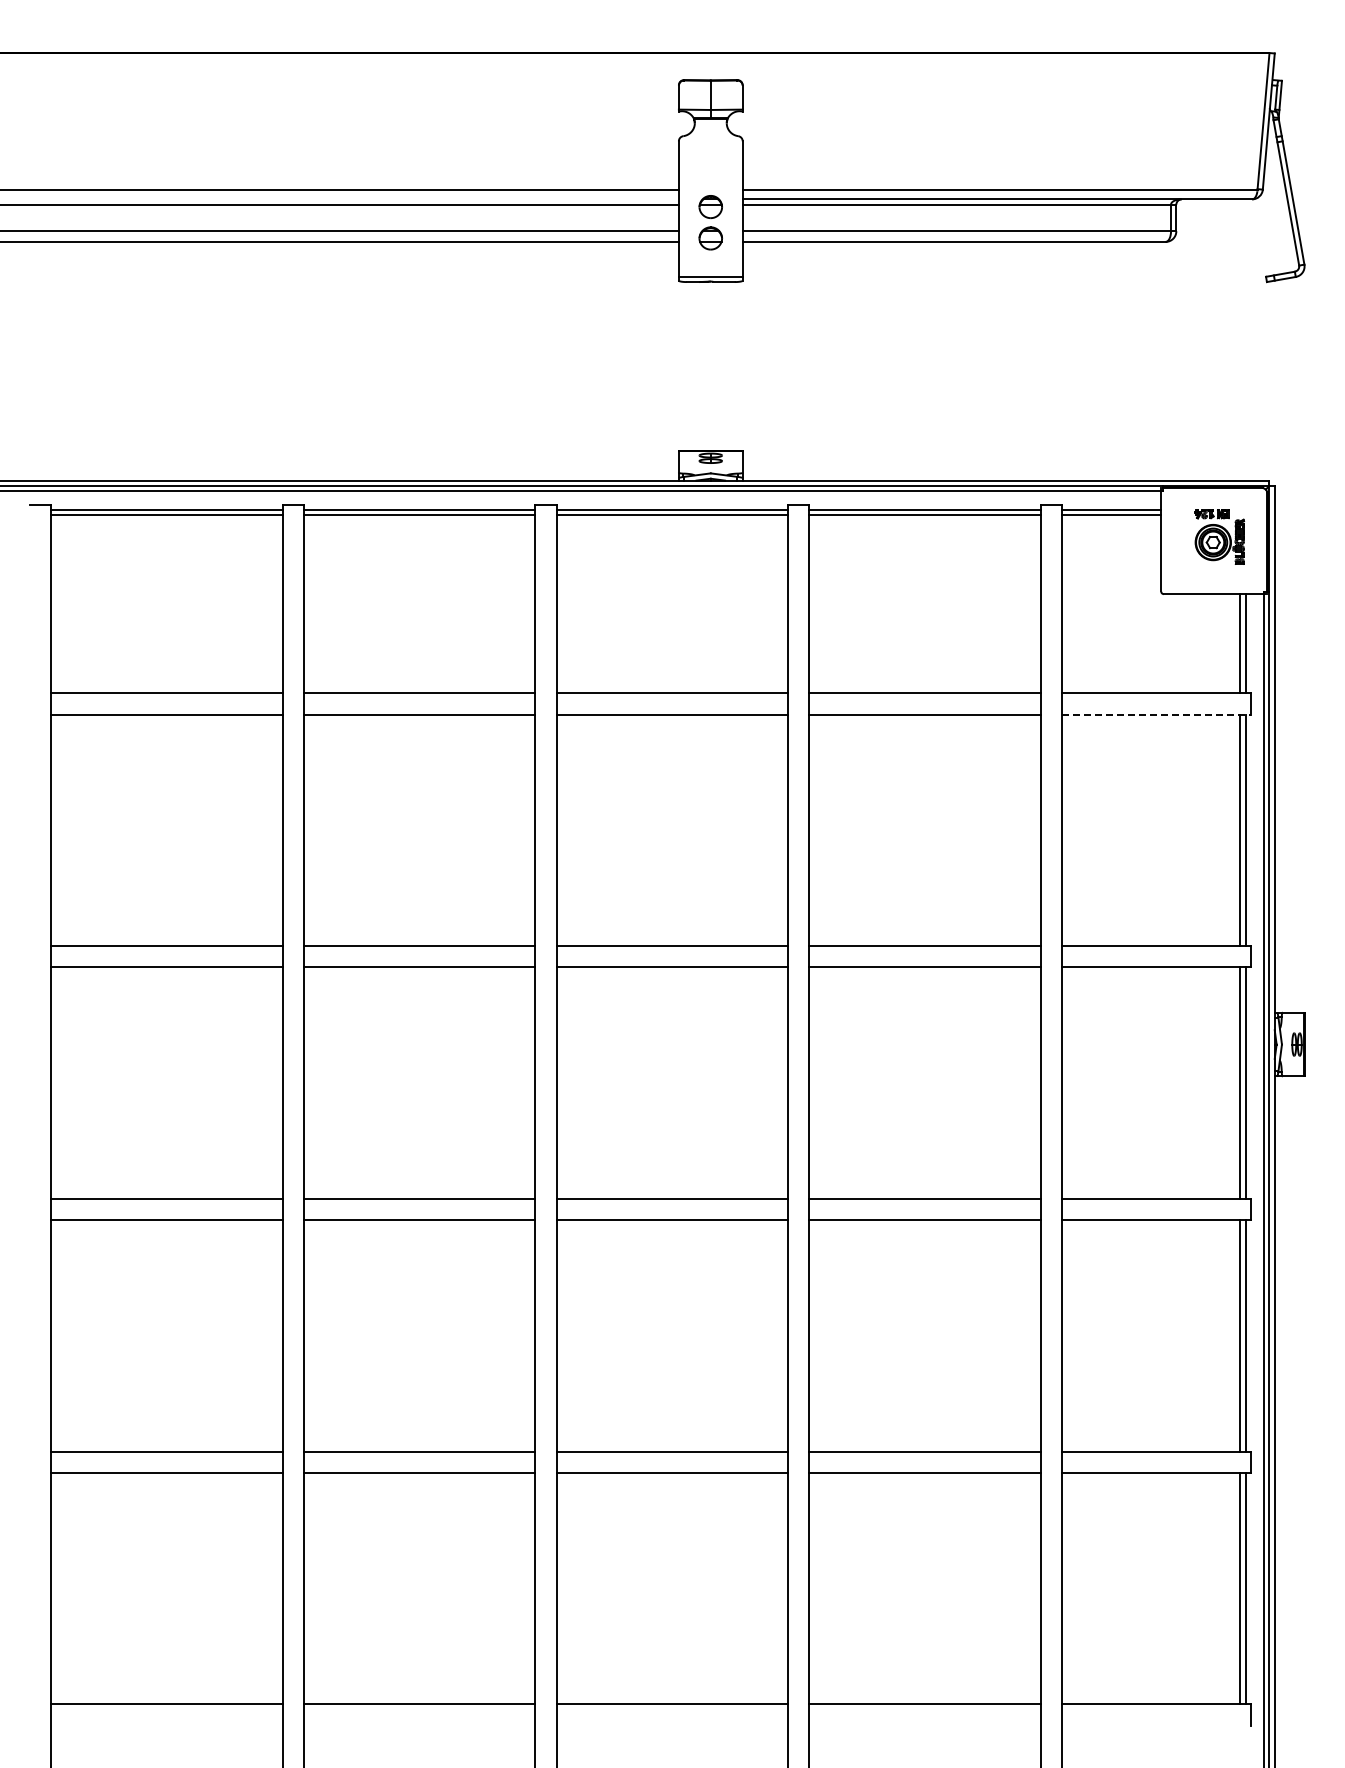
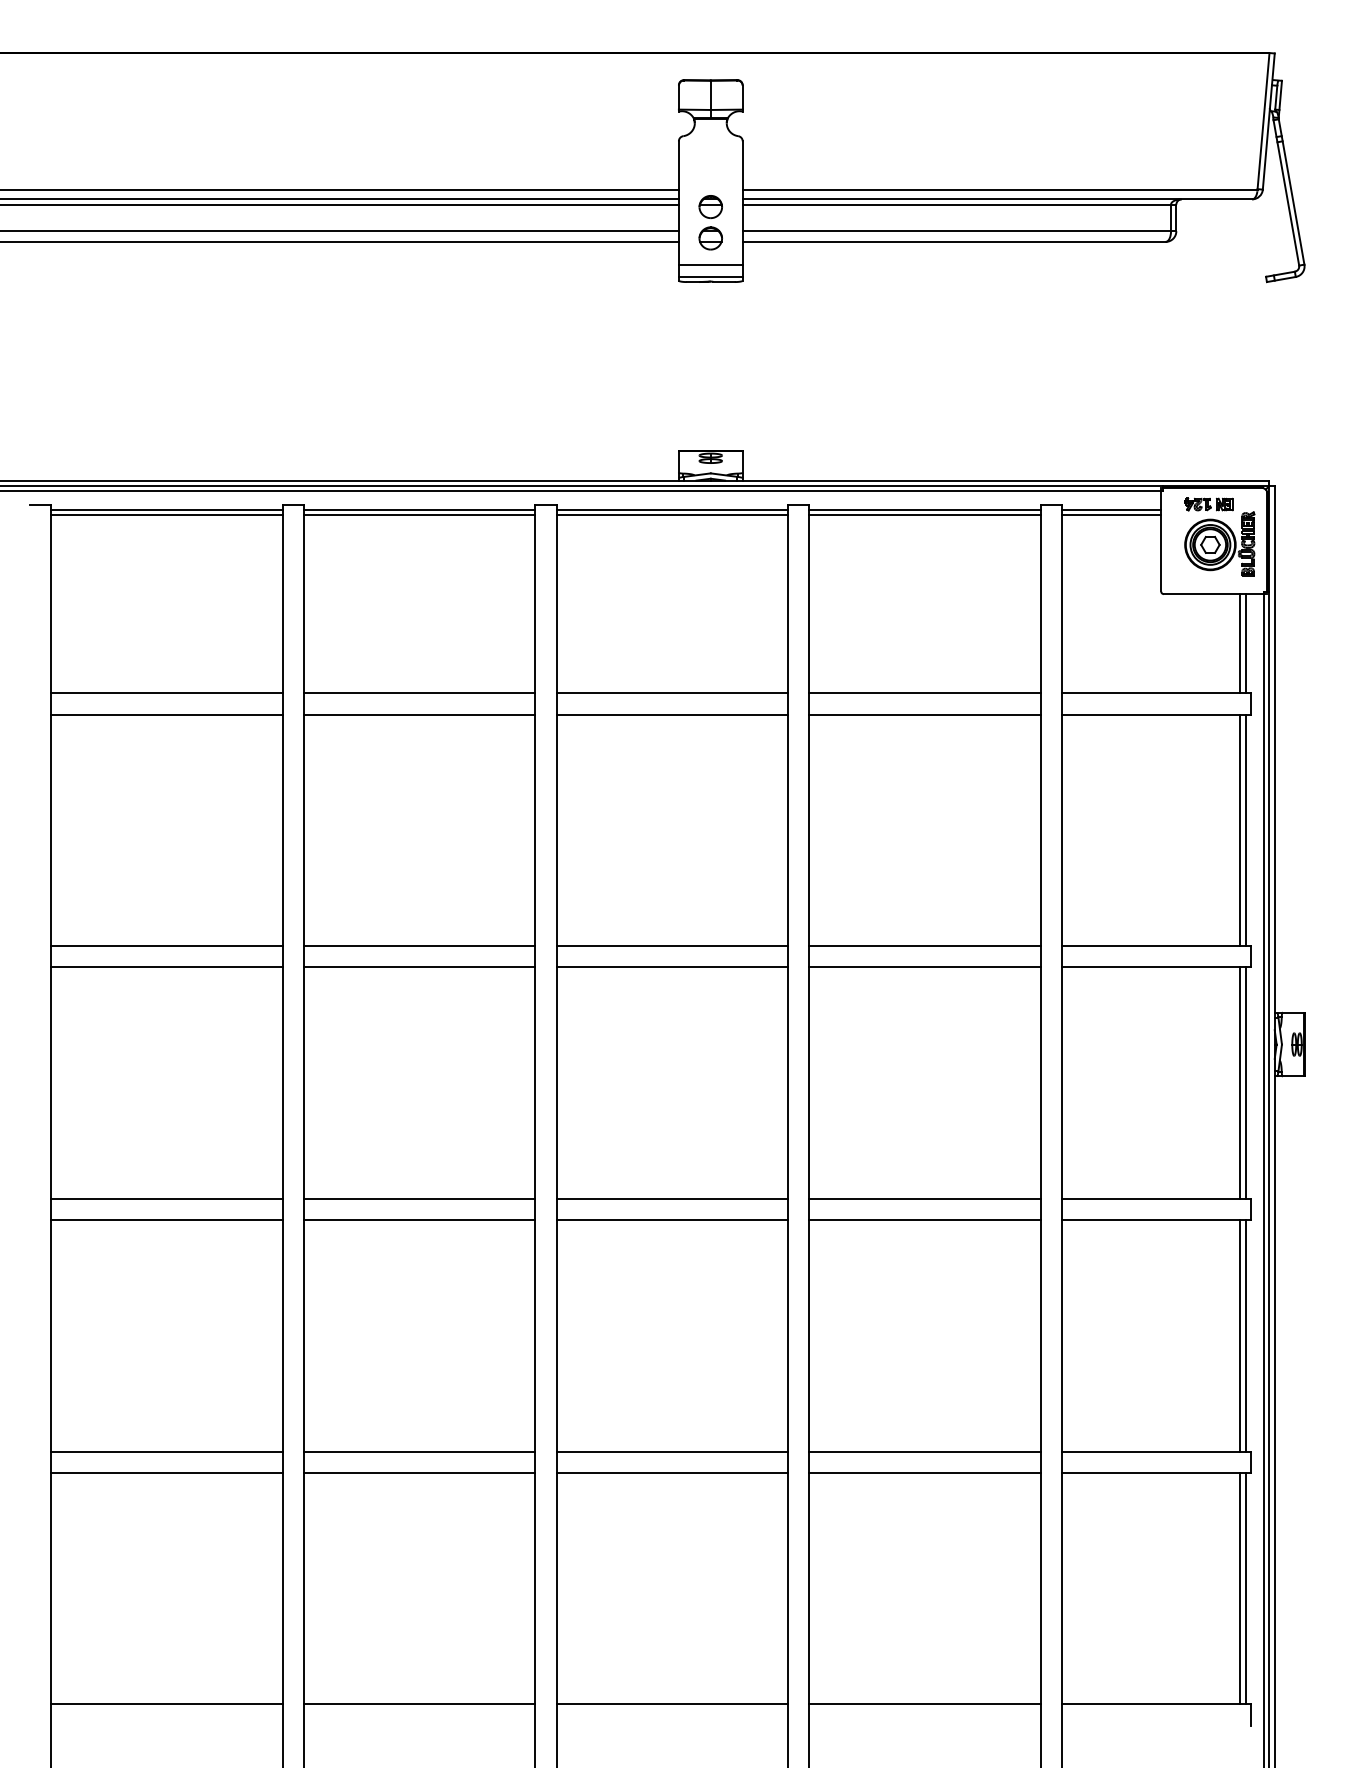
line at (340, 199): none -> present
line at (710, 264): none -> present
part at (1219, 536) size: 52x56 px -> 72x80 px
line at (1156, 714): dashed -> solid
